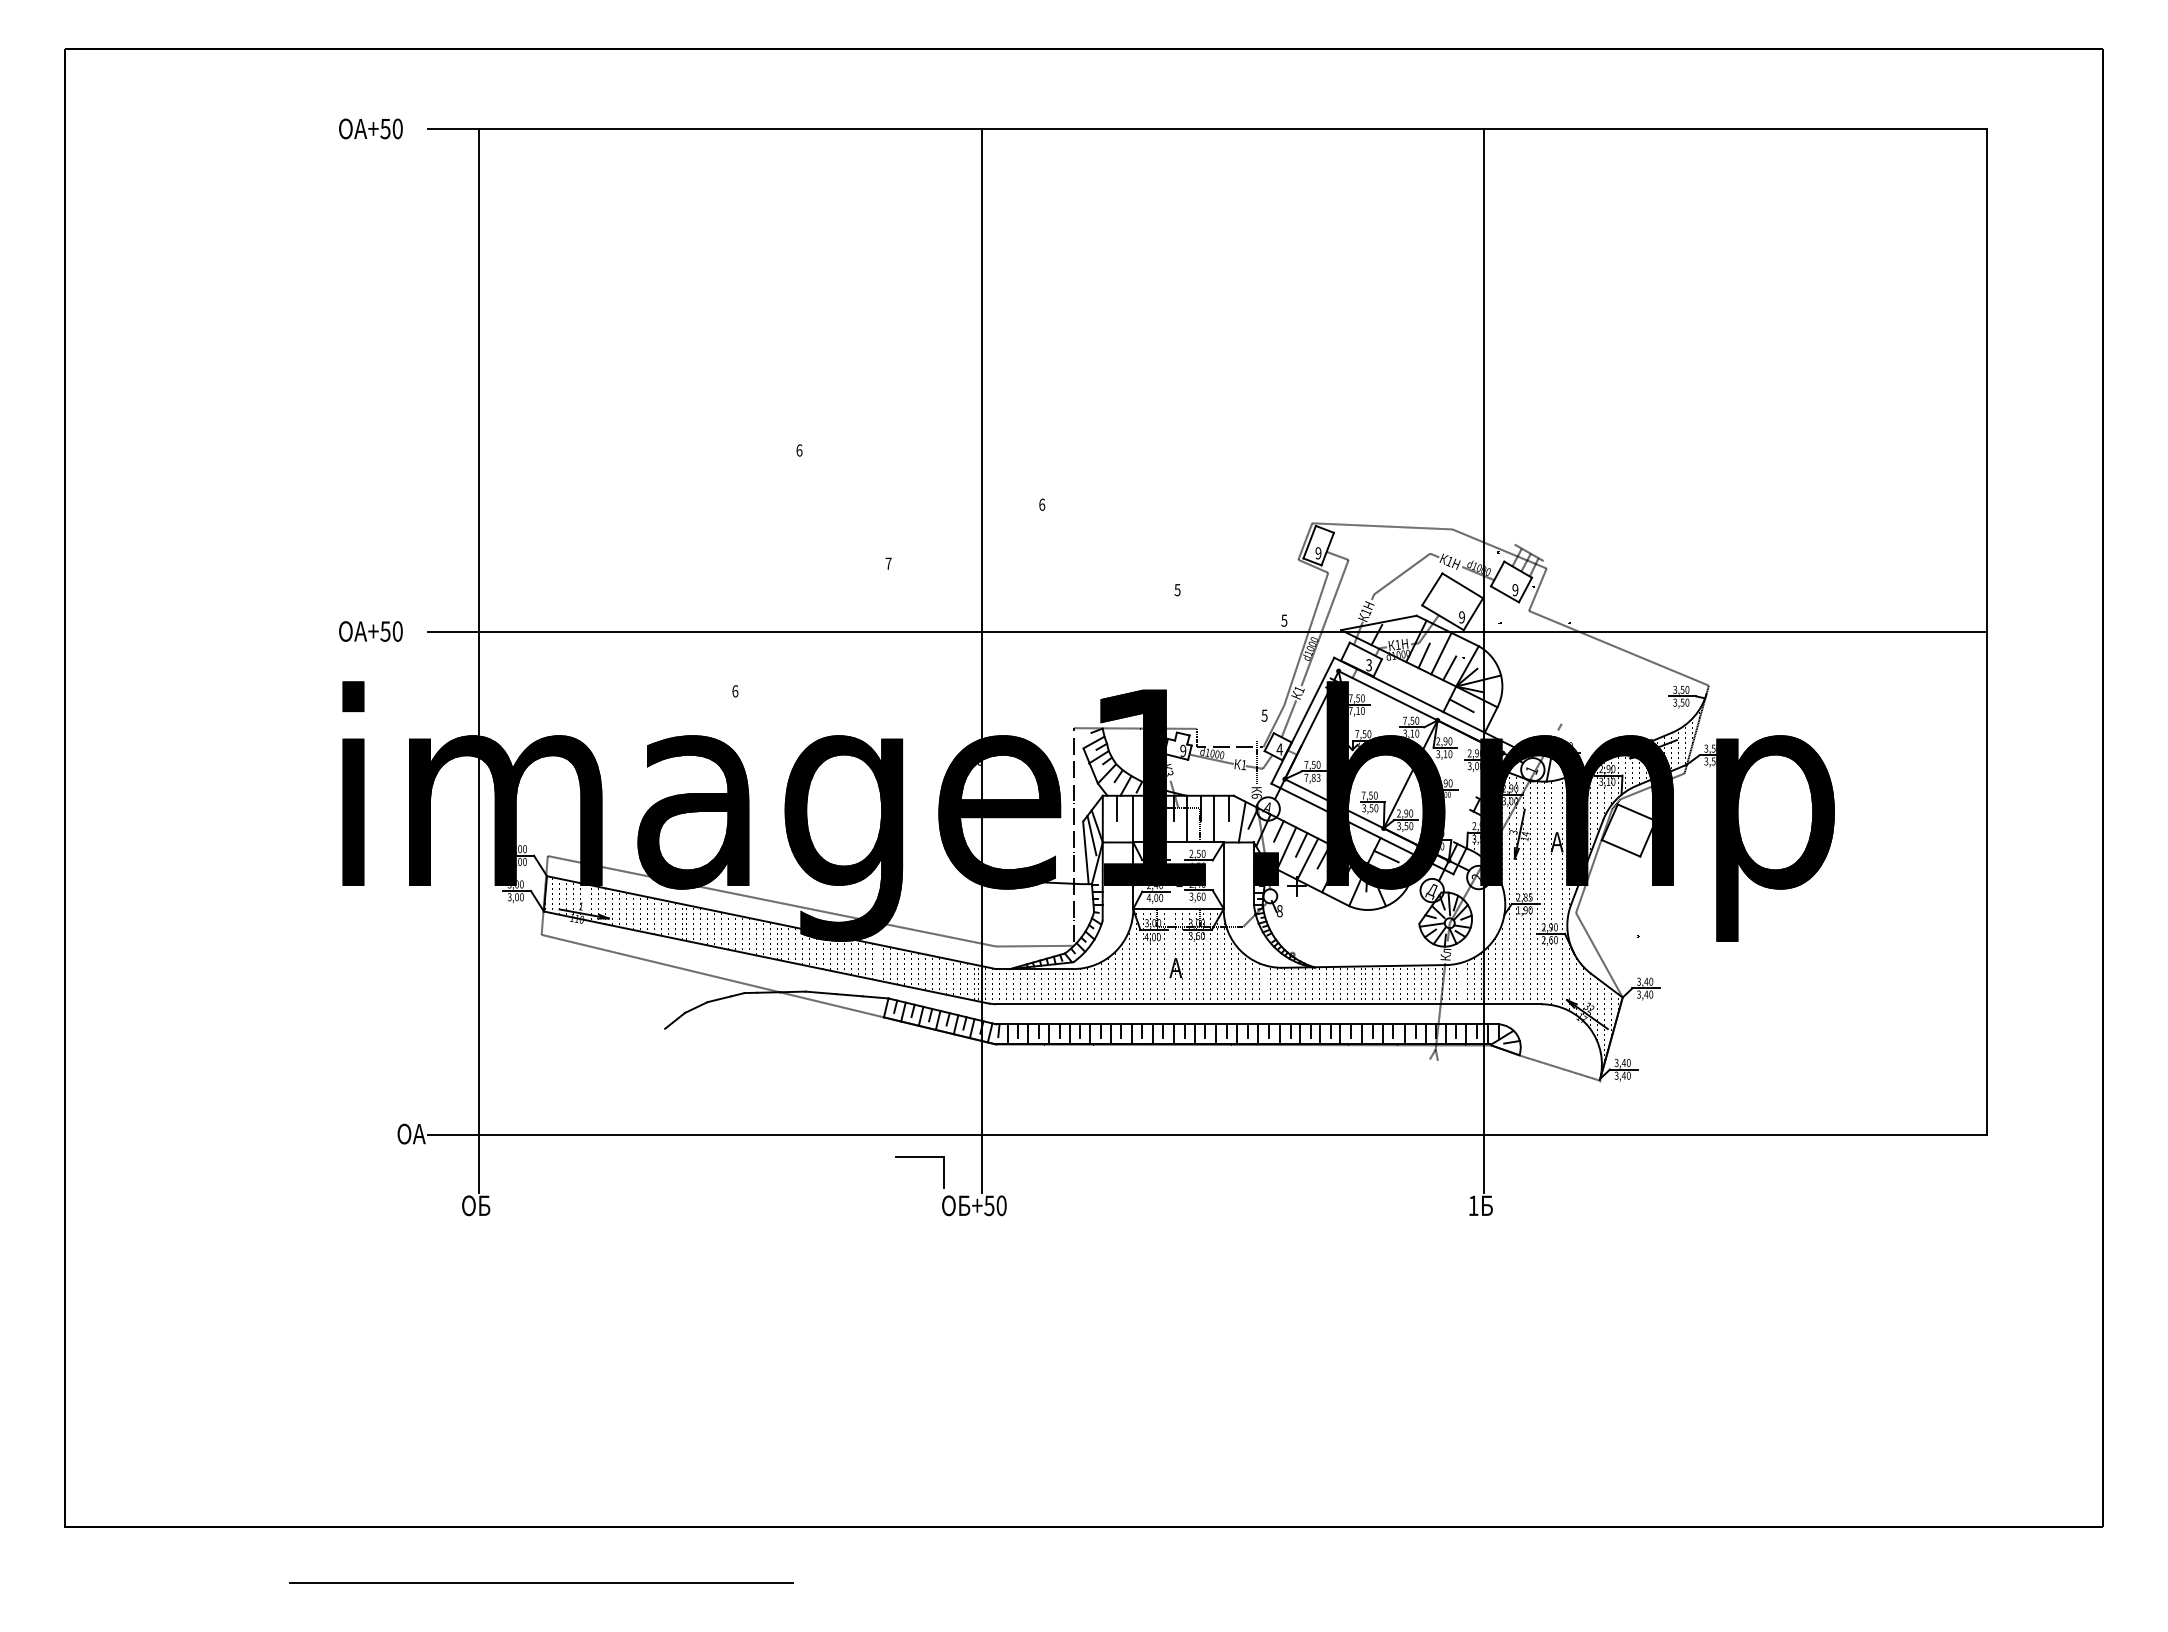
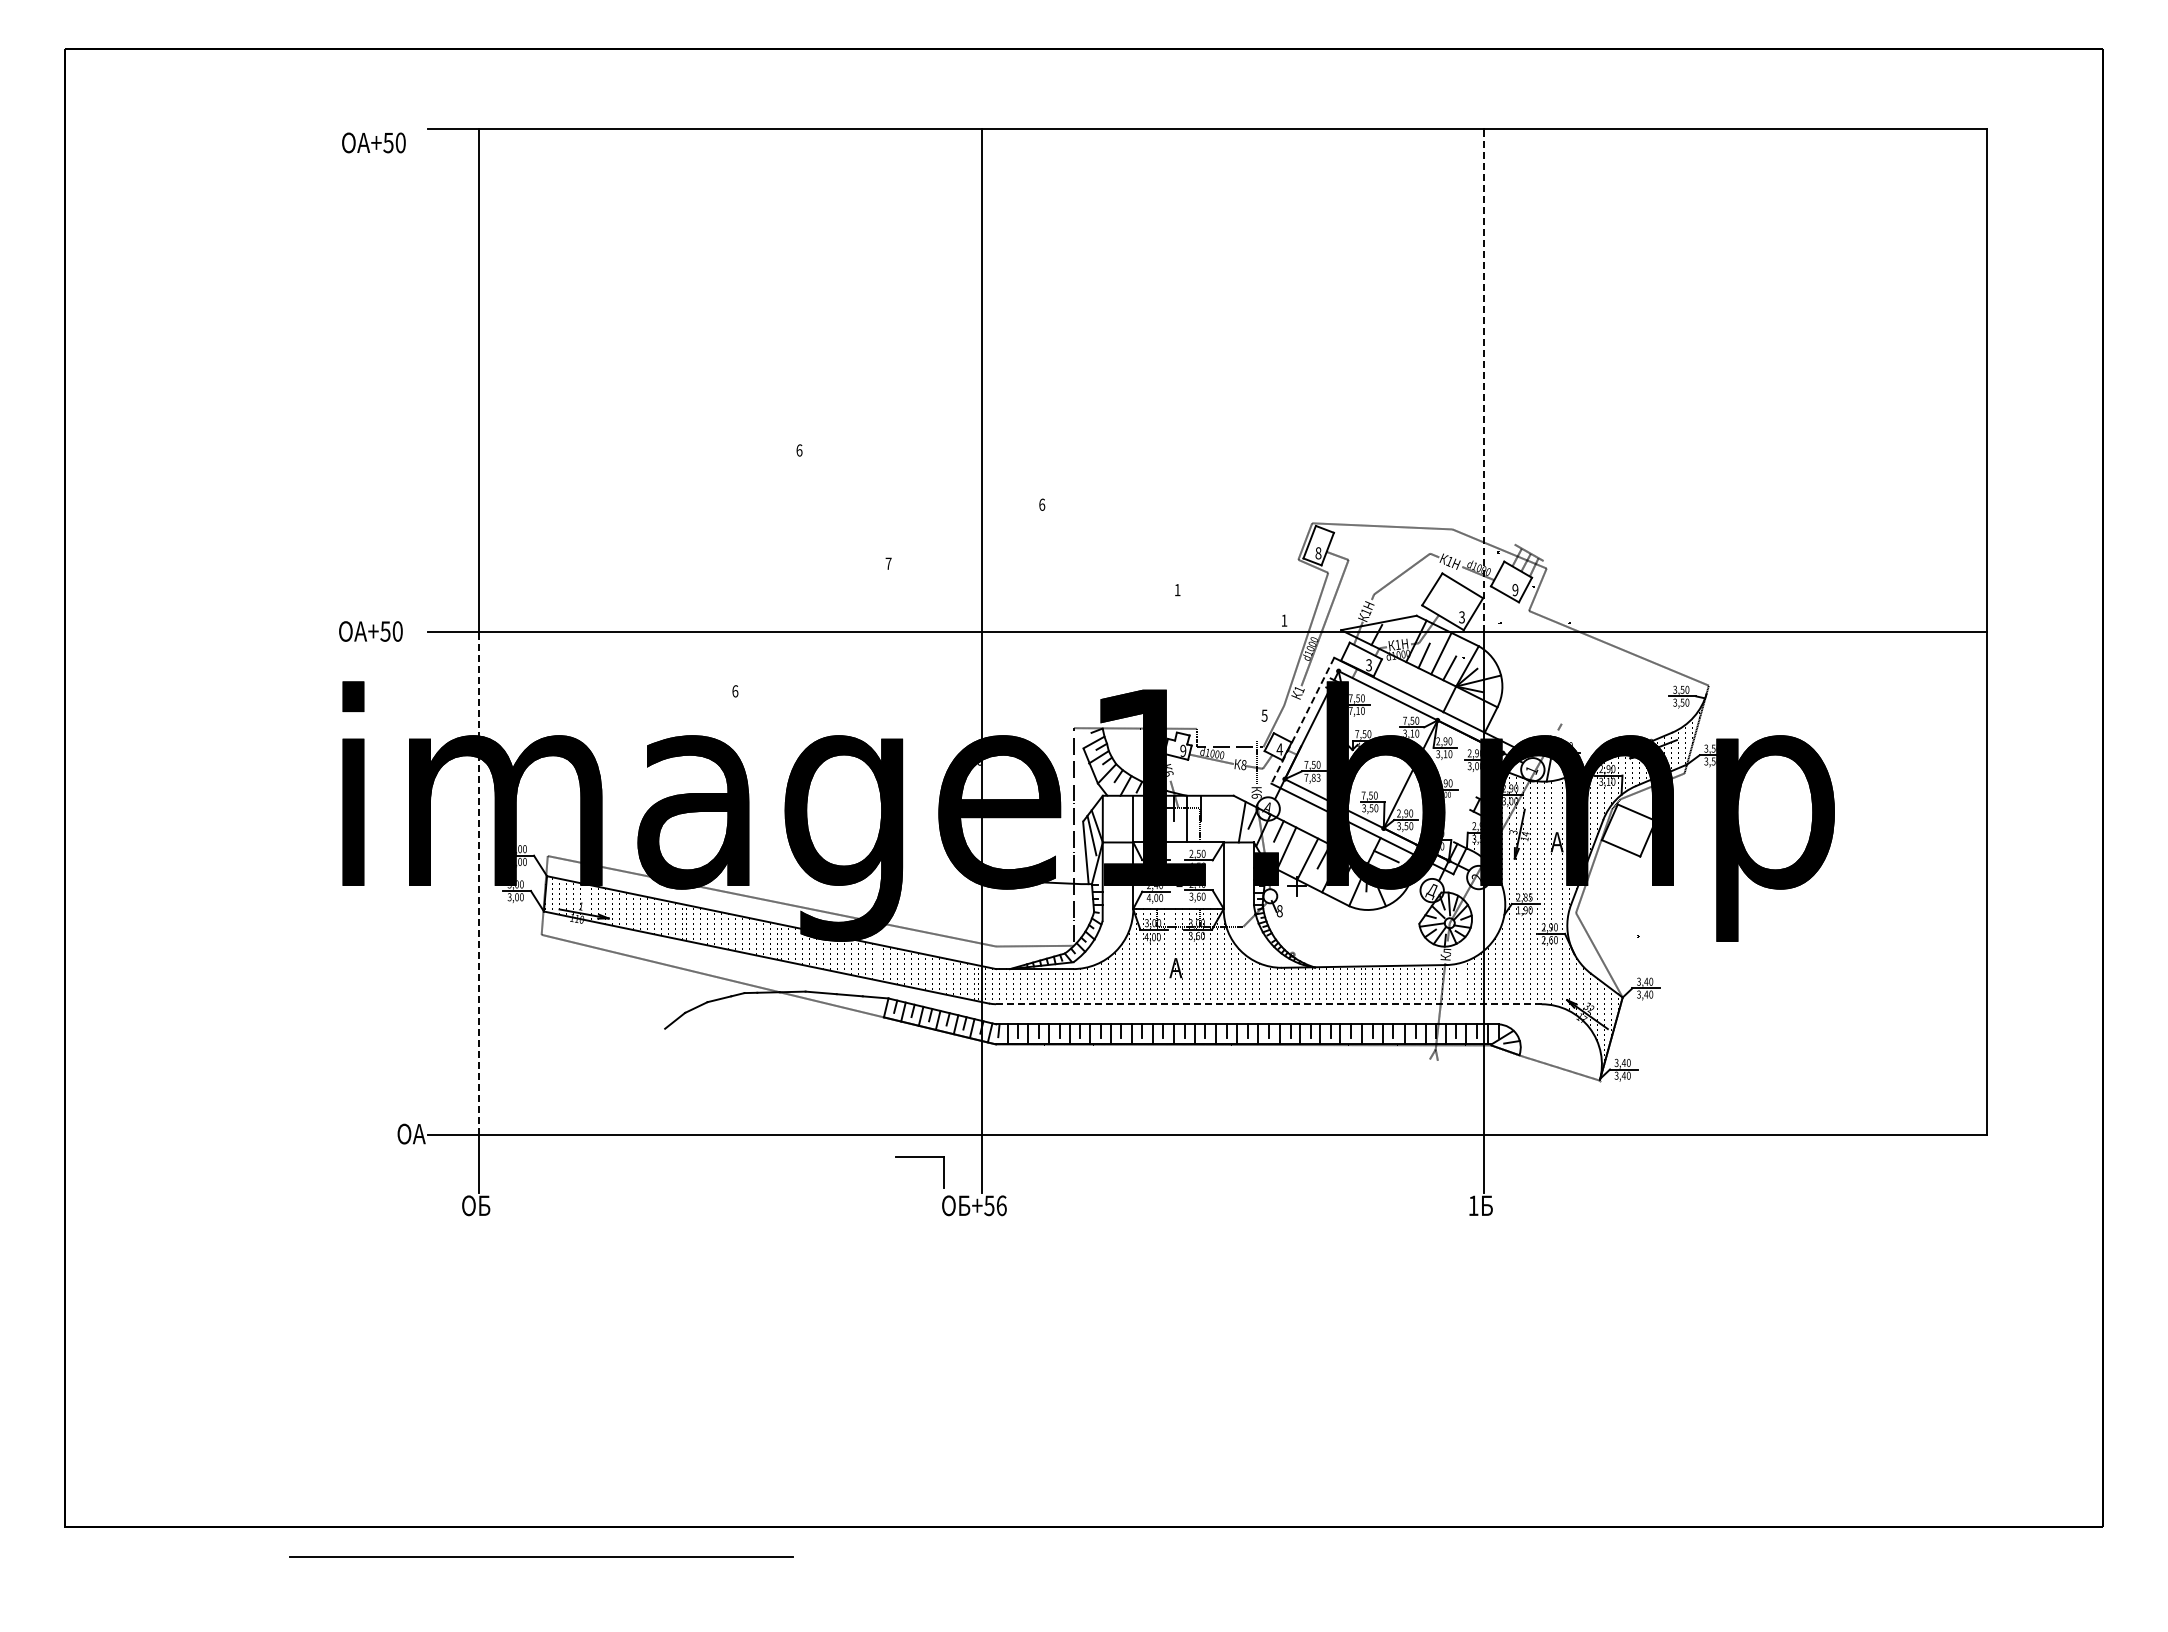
text at (370, 128) position: (370, 128) -> (373, 142)
line at (1484, 380): solid -> dashed
text at (1318, 553): 9 -> 8
text at (1177, 590): 5 -> 1
text at (1461, 617): 9 -> 3
text at (1284, 620): 5 -> 1
line at (1461, 705): present -> none
line at (1288, 718): present -> none
line at (1302, 721): solid -> dashed
text at (1243, 765): 1 -> 8
text at (1170, 773): 3 -> 6
line at (1117, 807): present -> none
line at (1229, 807): present -> none
line at (1214, 818): present -> none
line at (1301, 844): present -> none
line at (479, 882): solid -> dashed
line at (1268, 1004): solid -> dashed
text at (1001, 1205): +50 -> +56
line at (541, 1582) position: (541, 1582) -> (541, 1556)
